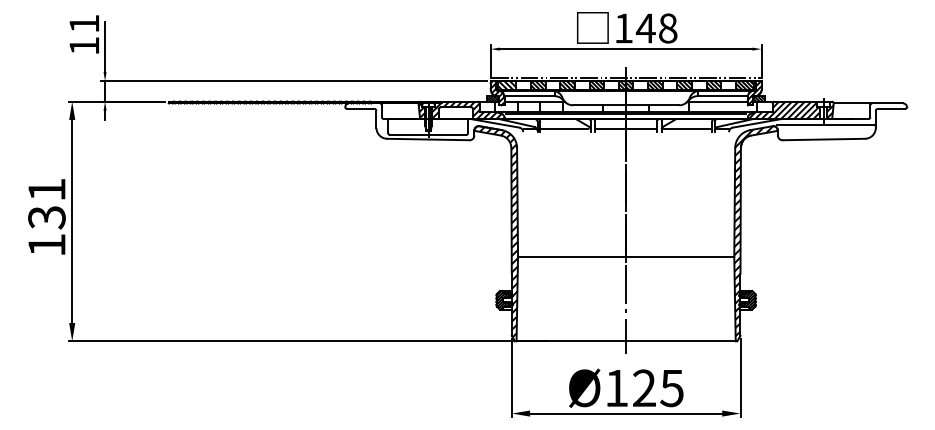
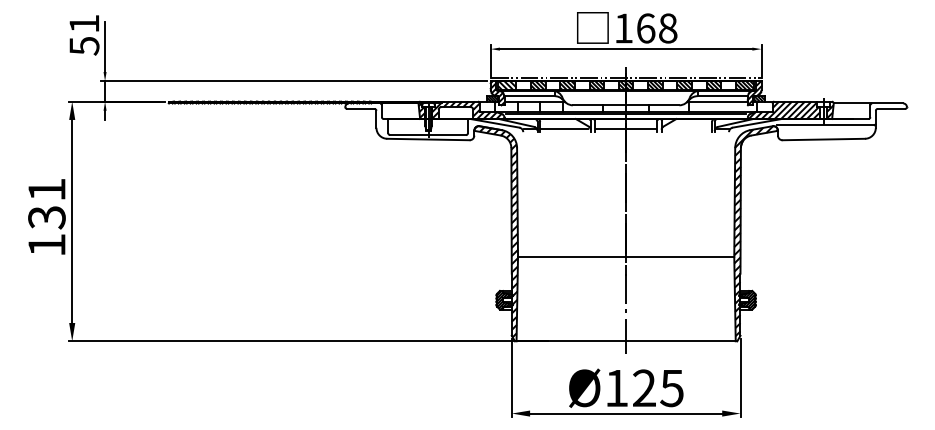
text at (645, 28): 148 -> 168
text at (84, 46): 11 -> 51
line at (687, 129): present -> none
